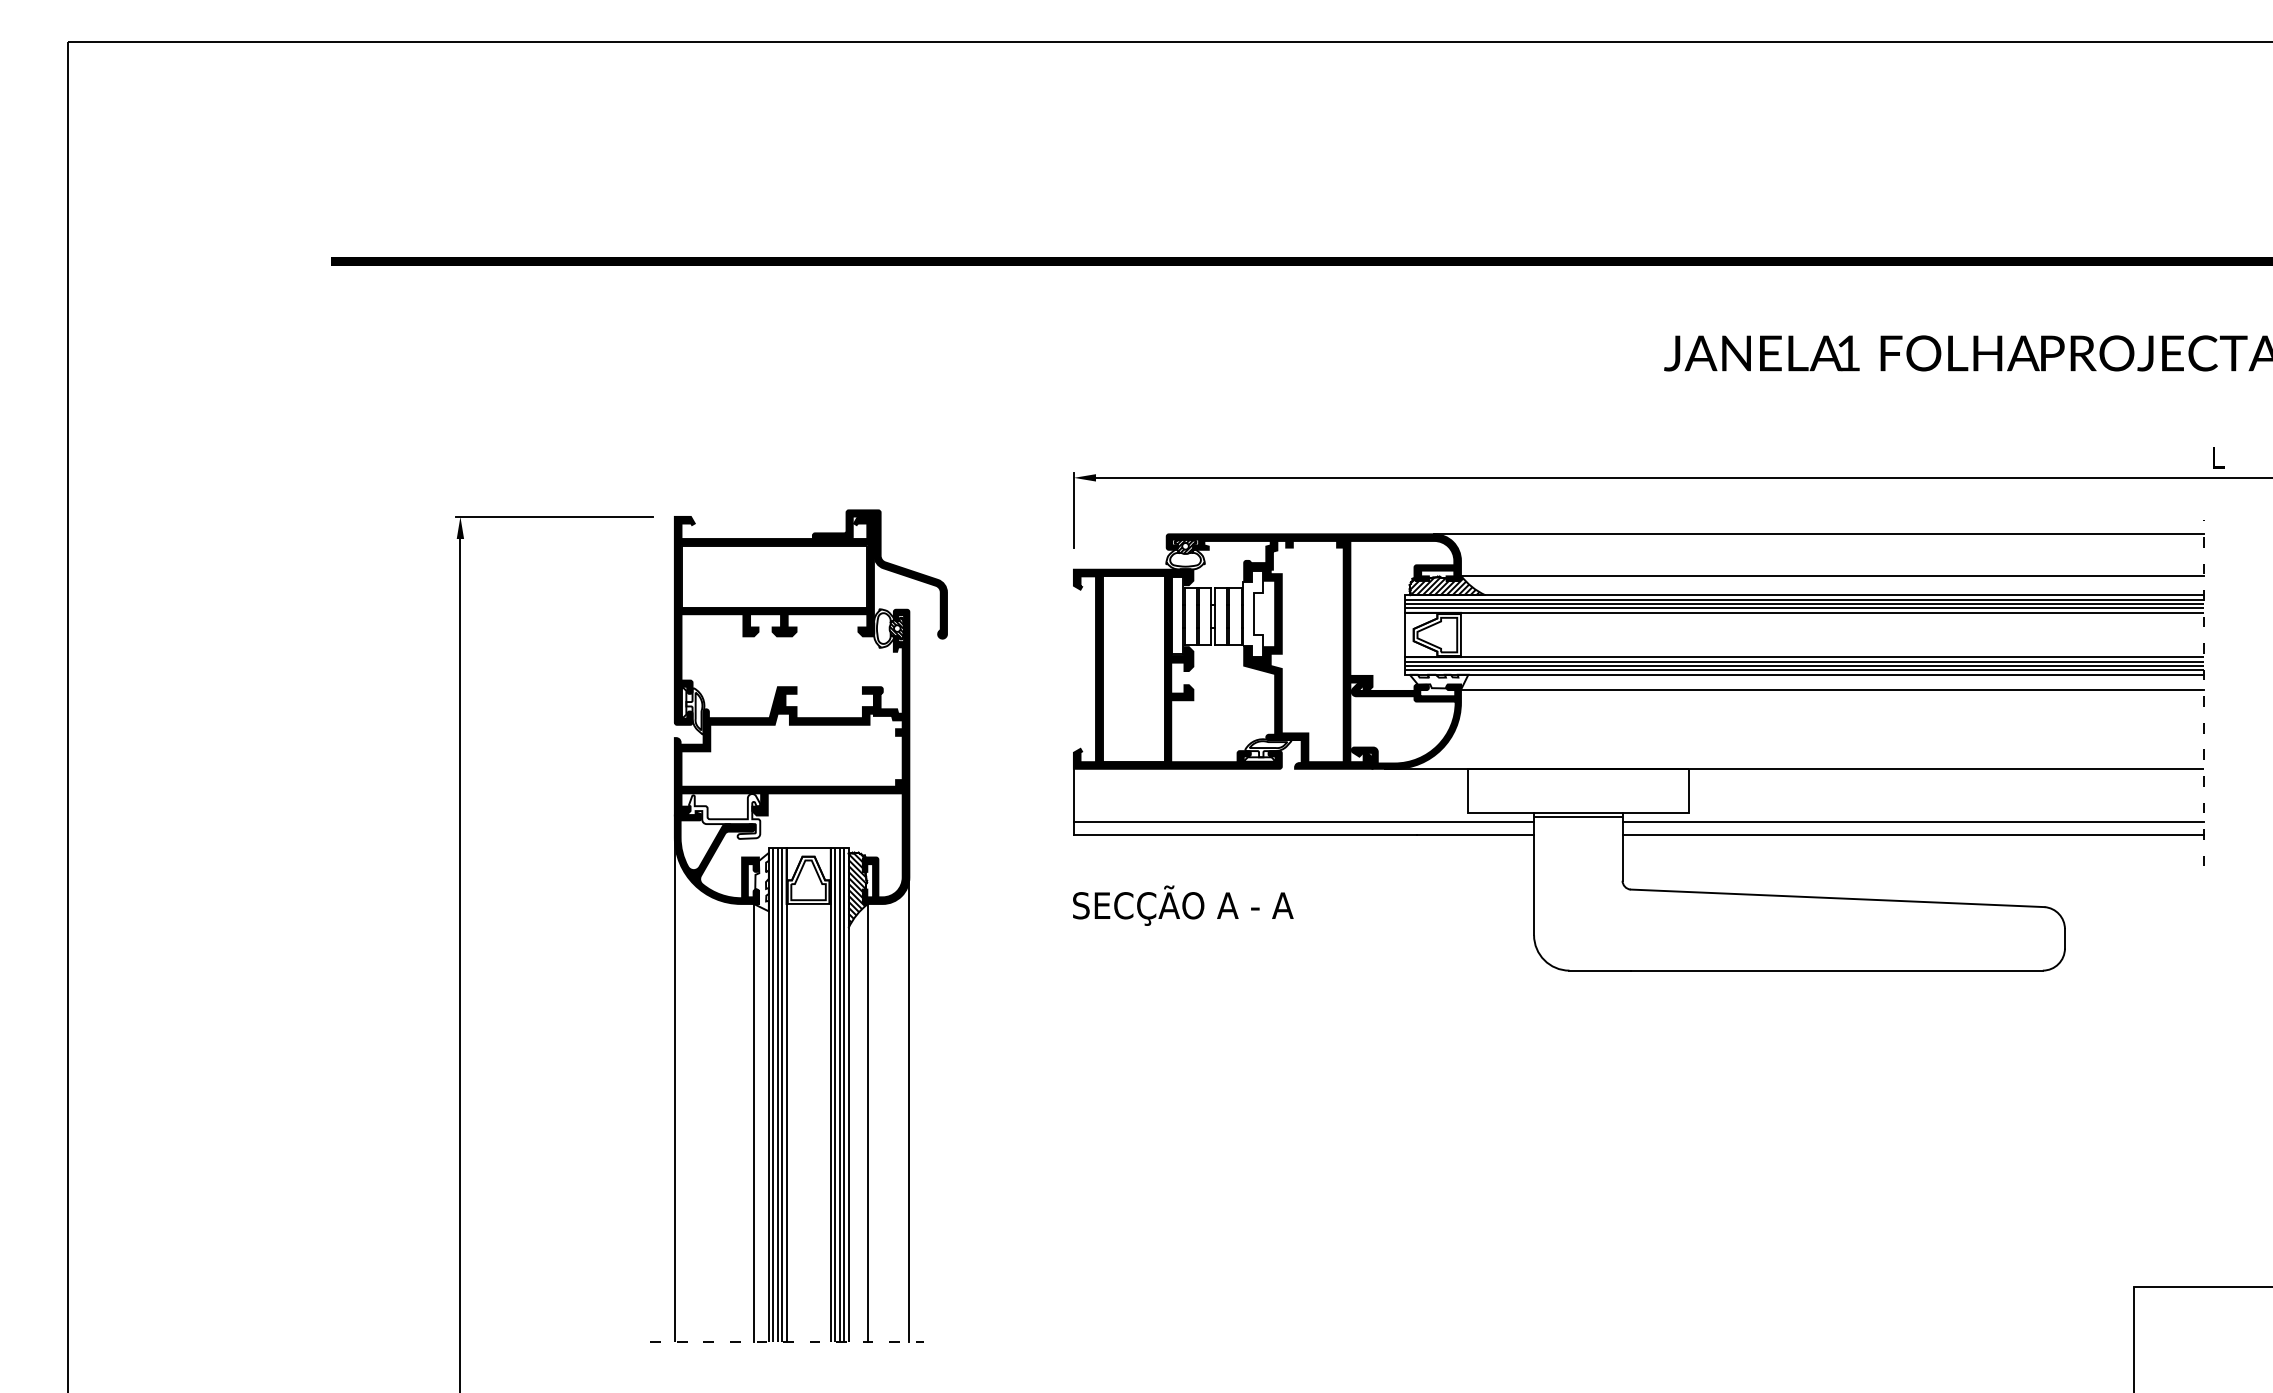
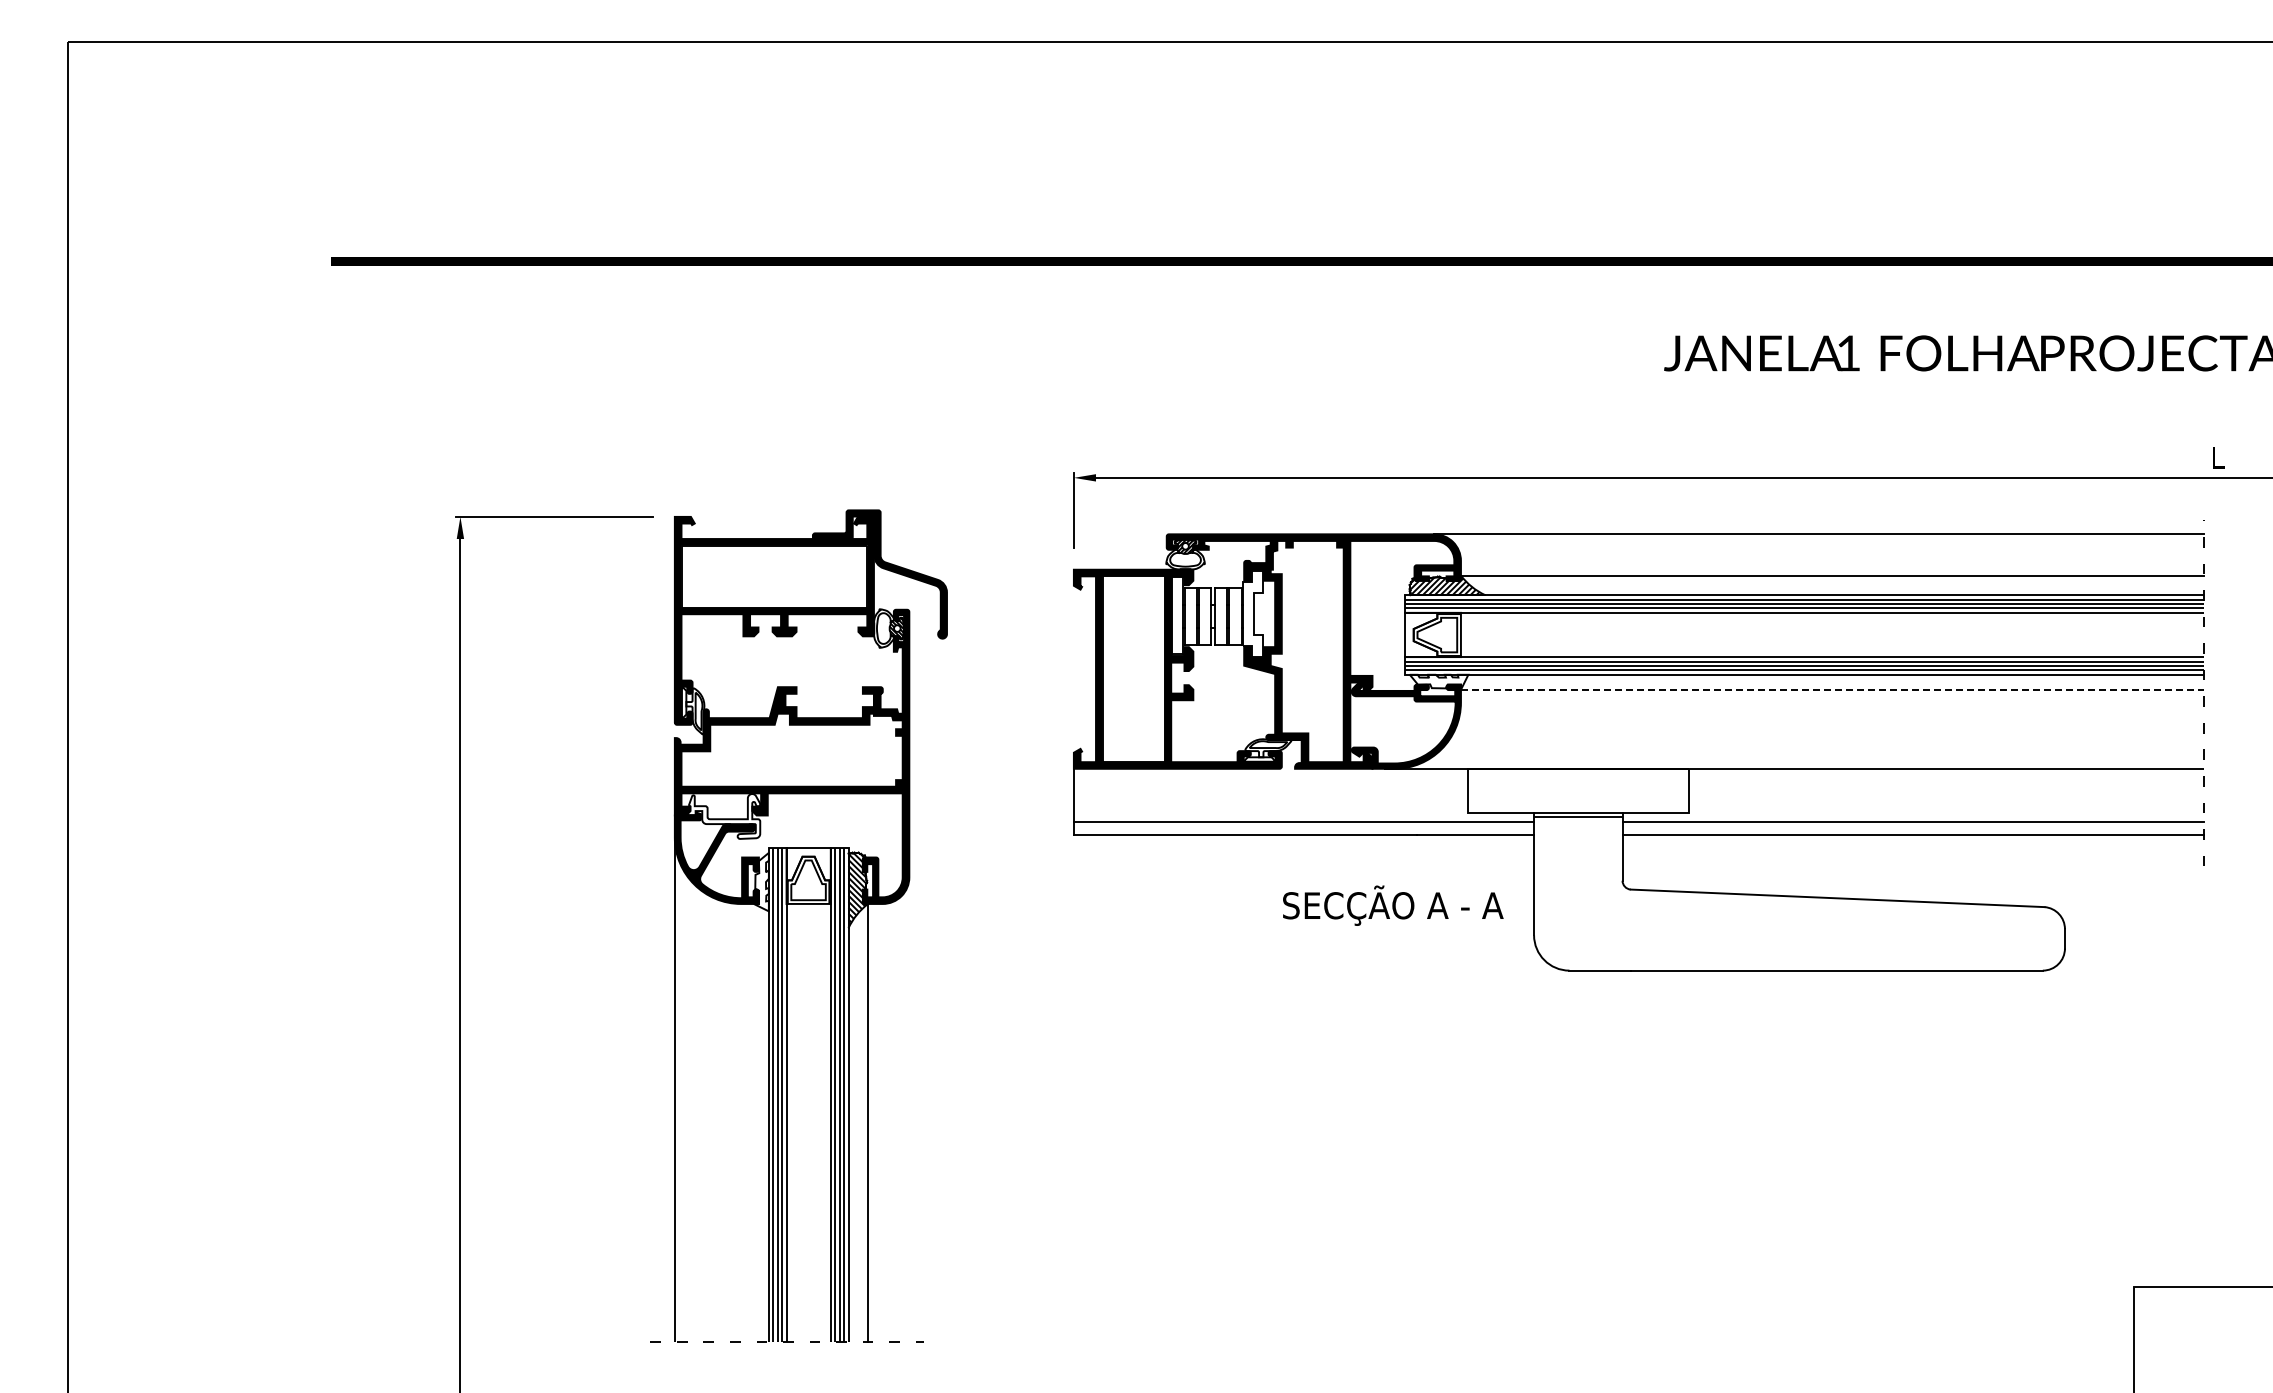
line at (1832, 689): solid -> dashed
text at (1183, 905) position: (1183, 905) -> (1393, 905)
line at (909, 1109): present -> none
line at (753, 1122): present -> none
